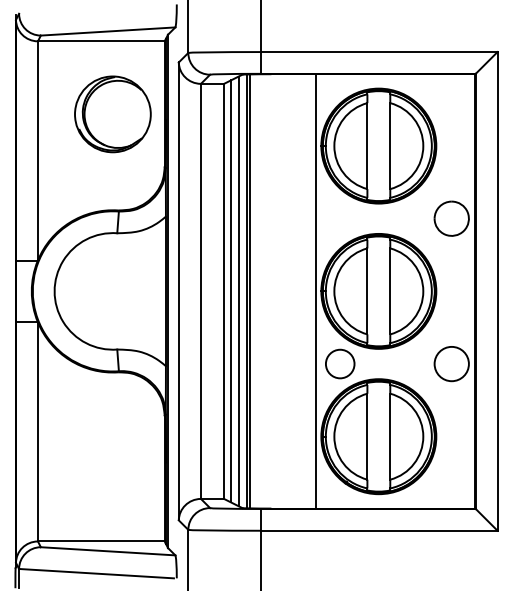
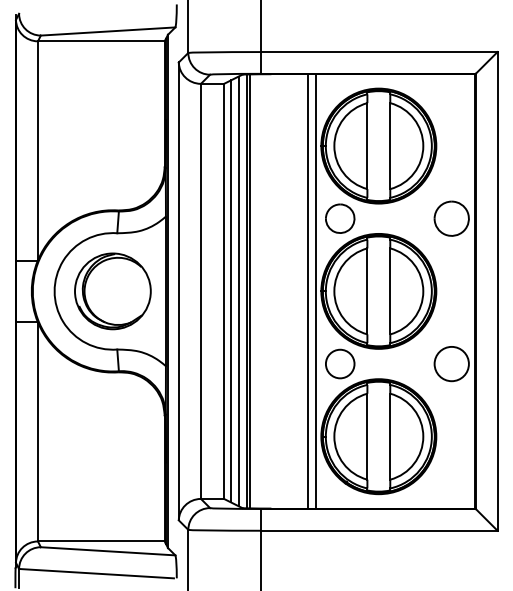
part at (112, 114) position: (112, 114) -> (112, 291)
part at (340, 218): none -> present
line at (308, 291): none -> present
